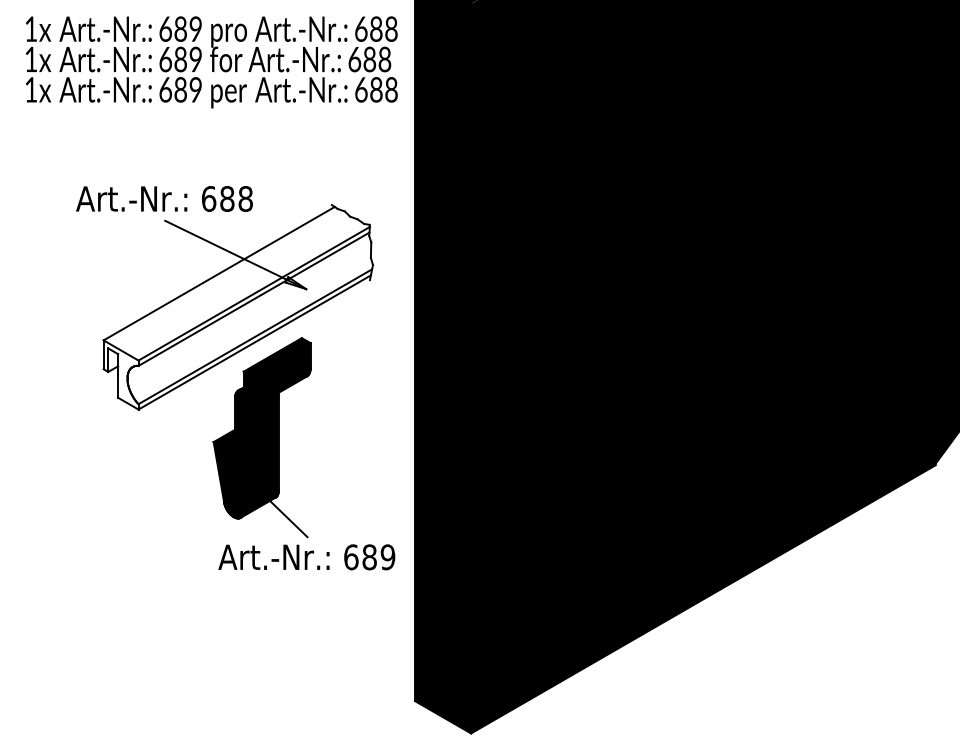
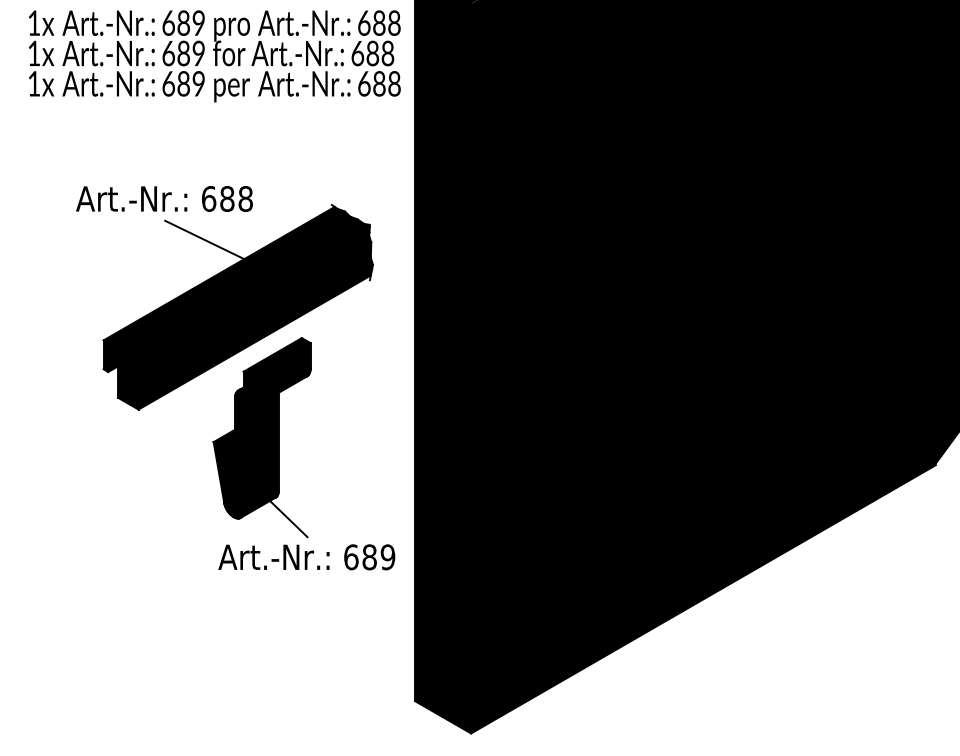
text at (211, 62) position: (211, 62) -> (214, 56)
fill at (295, 283): none -> present
fill at (237, 307): none -> present
